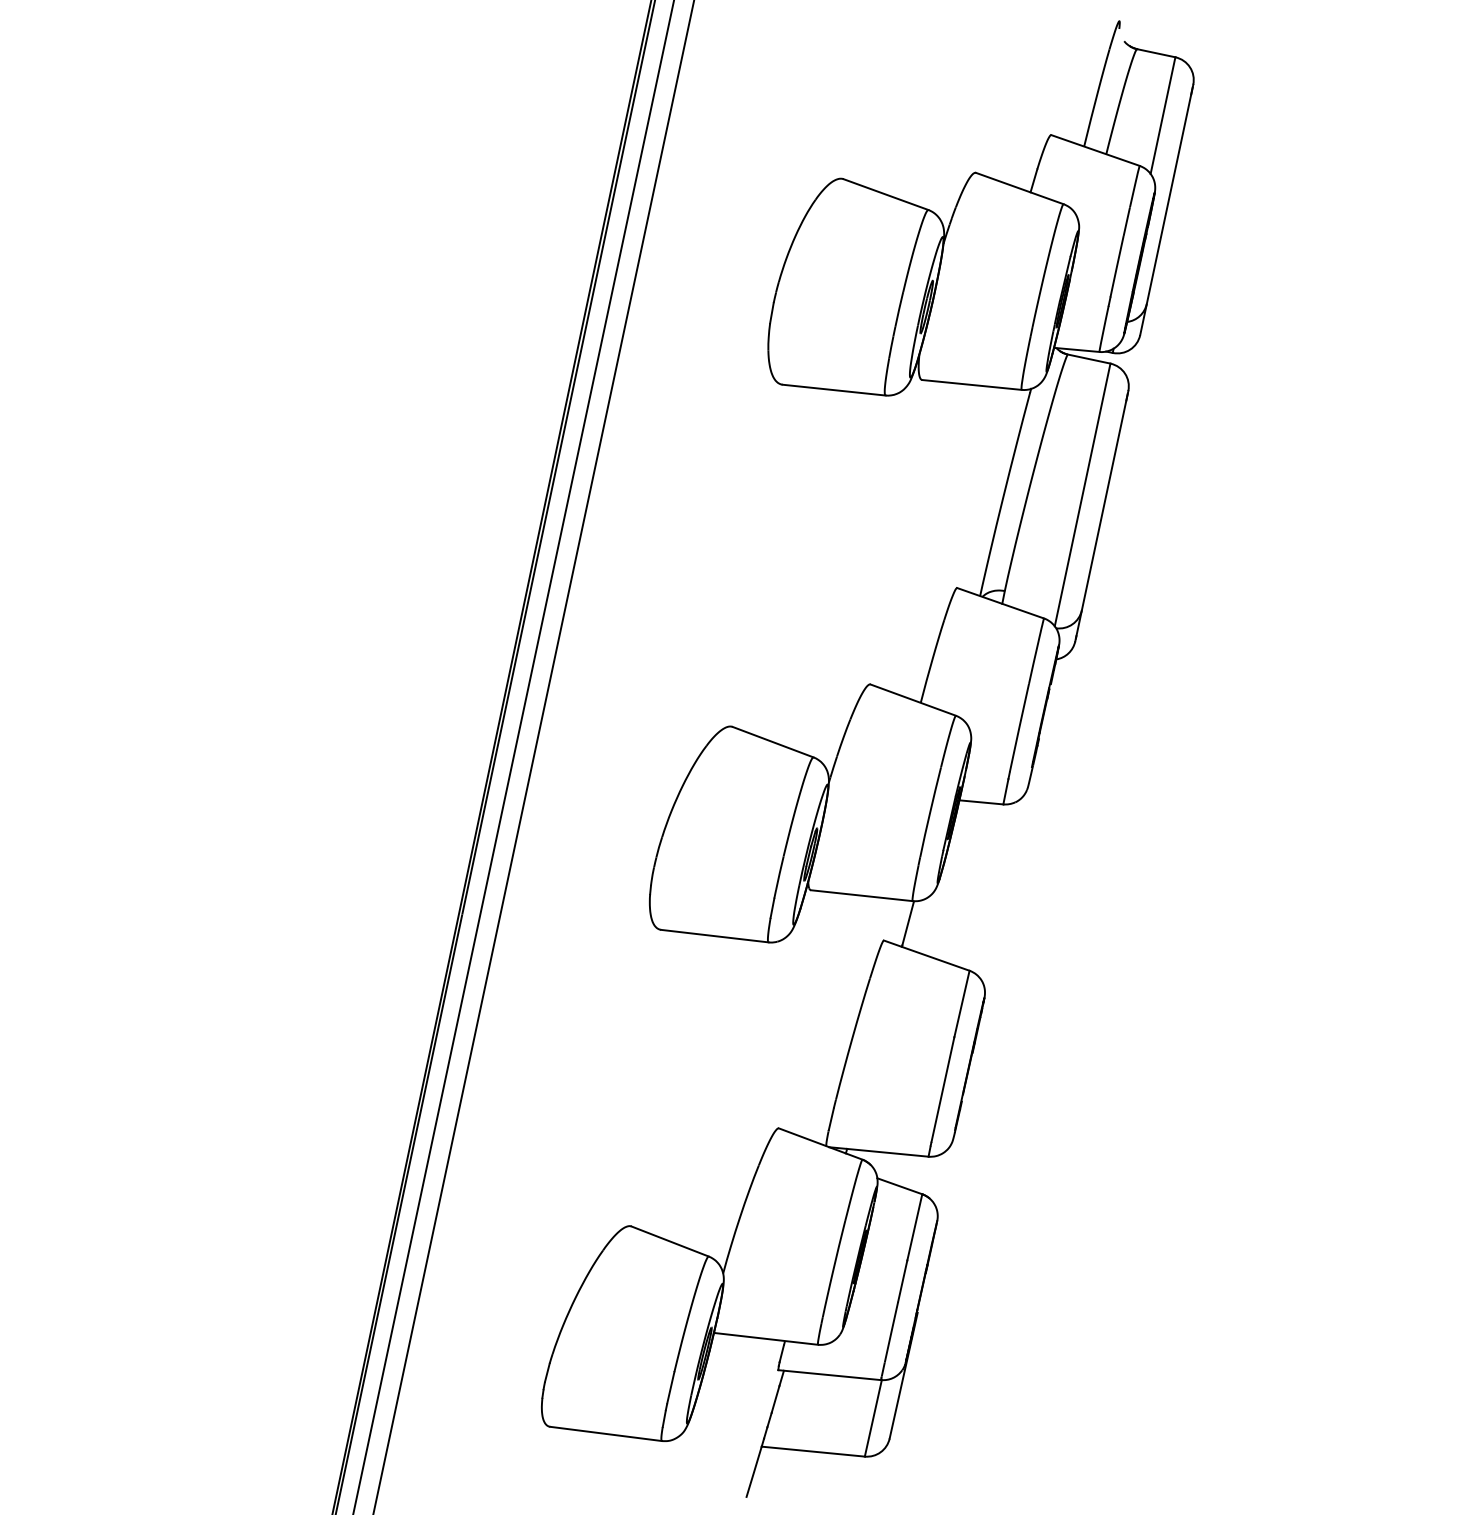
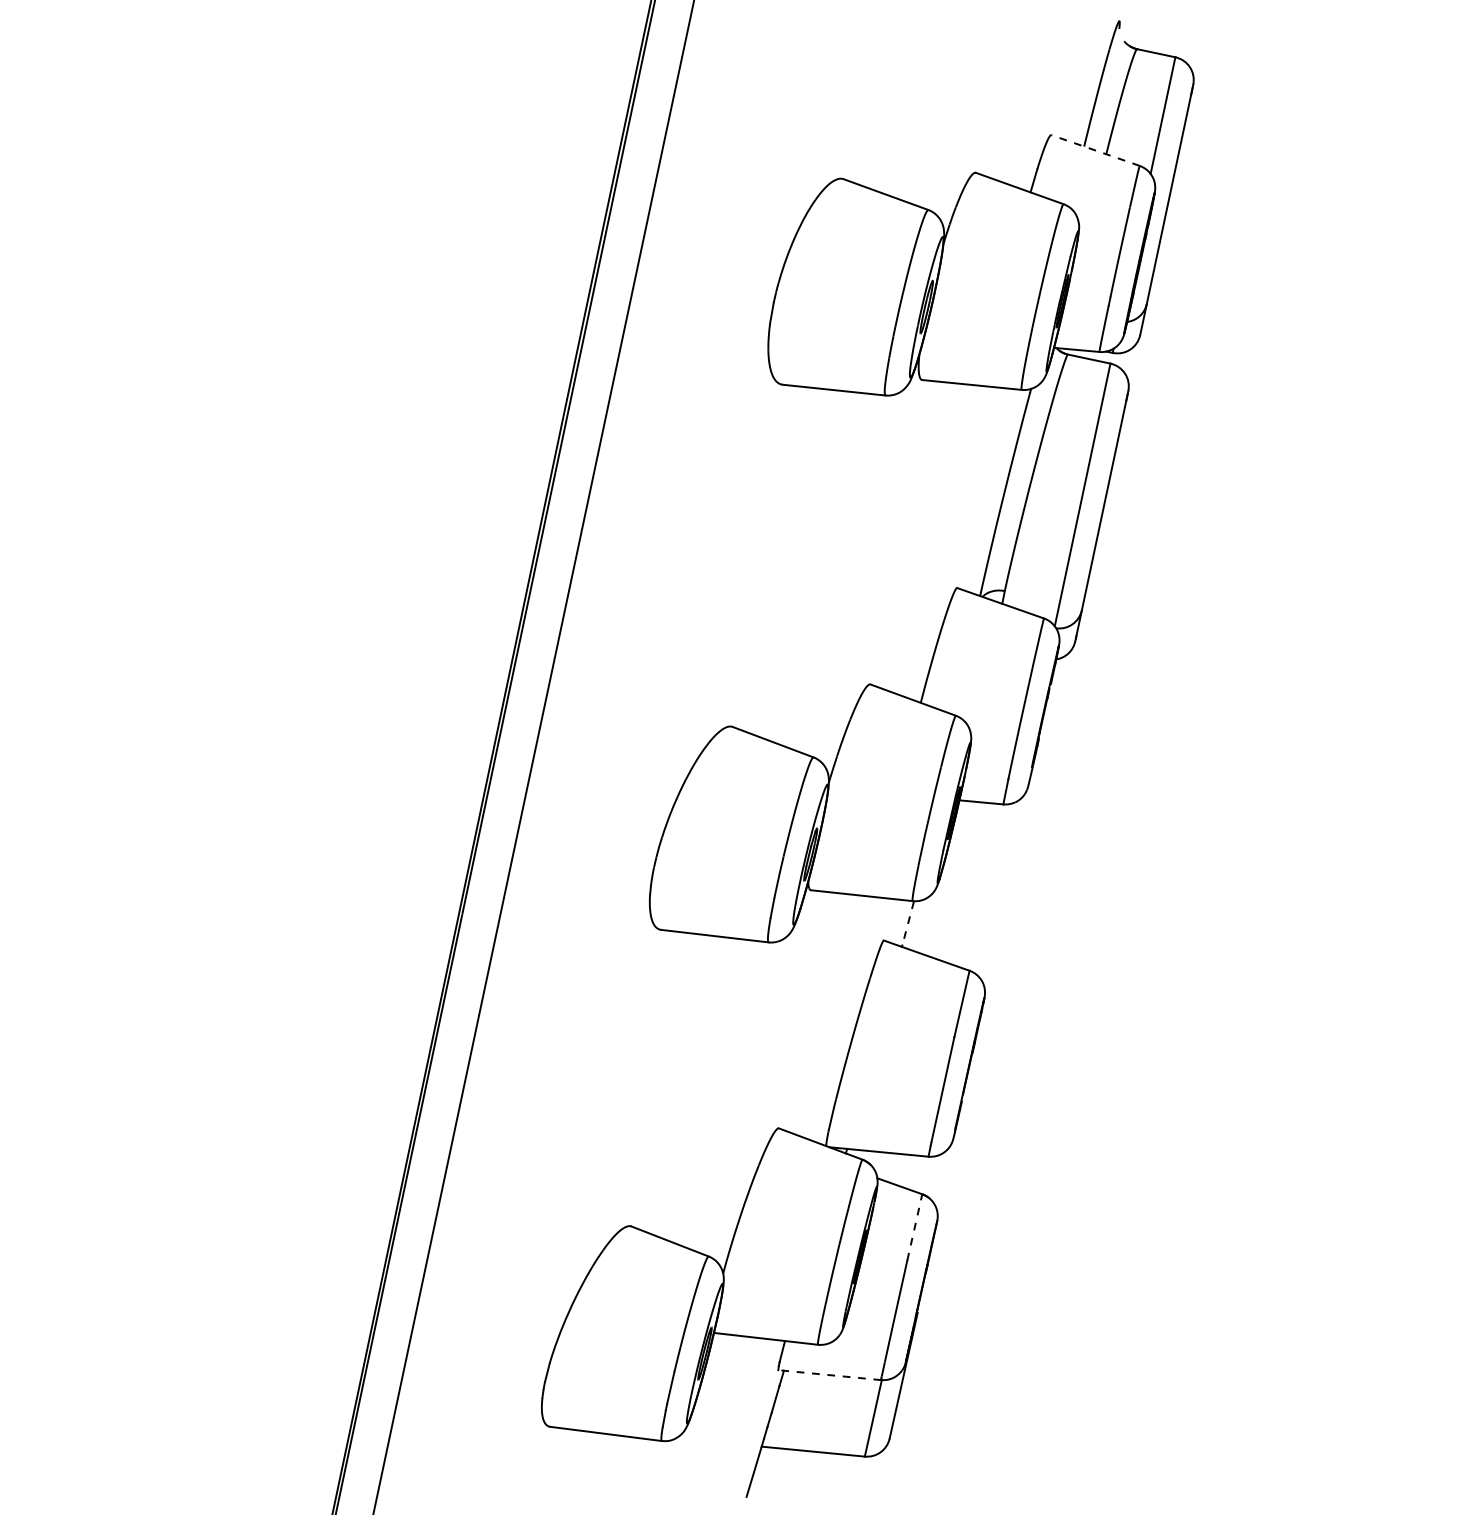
line at (1095, 150): solid -> dashed
line at (513, 756): present -> none
line at (908, 923): solid -> dashed
line at (914, 1227): solid -> dashed
line at (829, 1375): solid -> dashed
